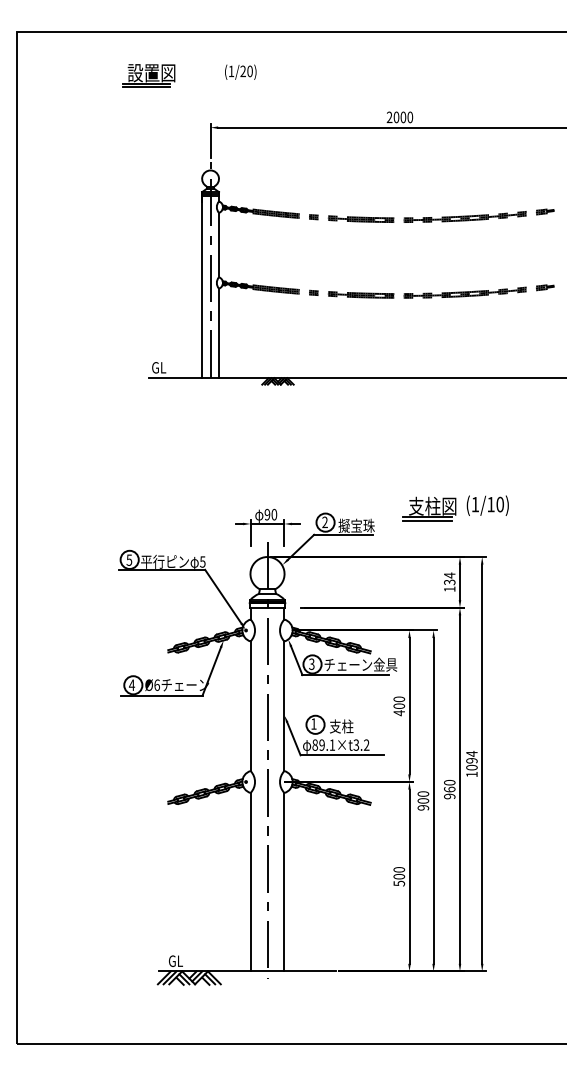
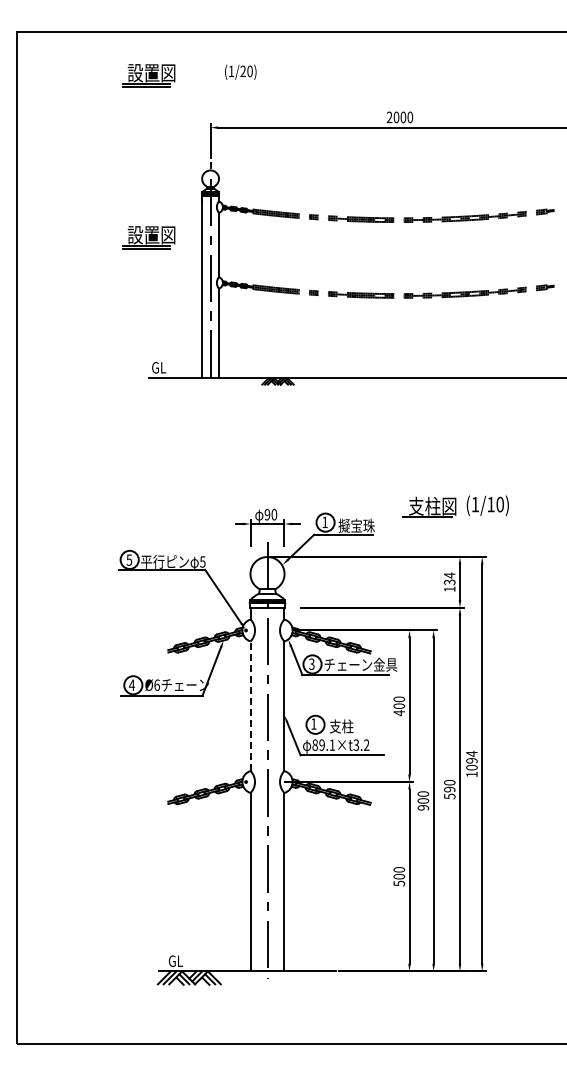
part at (148, 237): none -> present
line at (427, 520): present -> none
text at (324, 521): 2 -> 1
line at (250, 706): solid -> dashed
text at (449, 792): 960 -> 590
